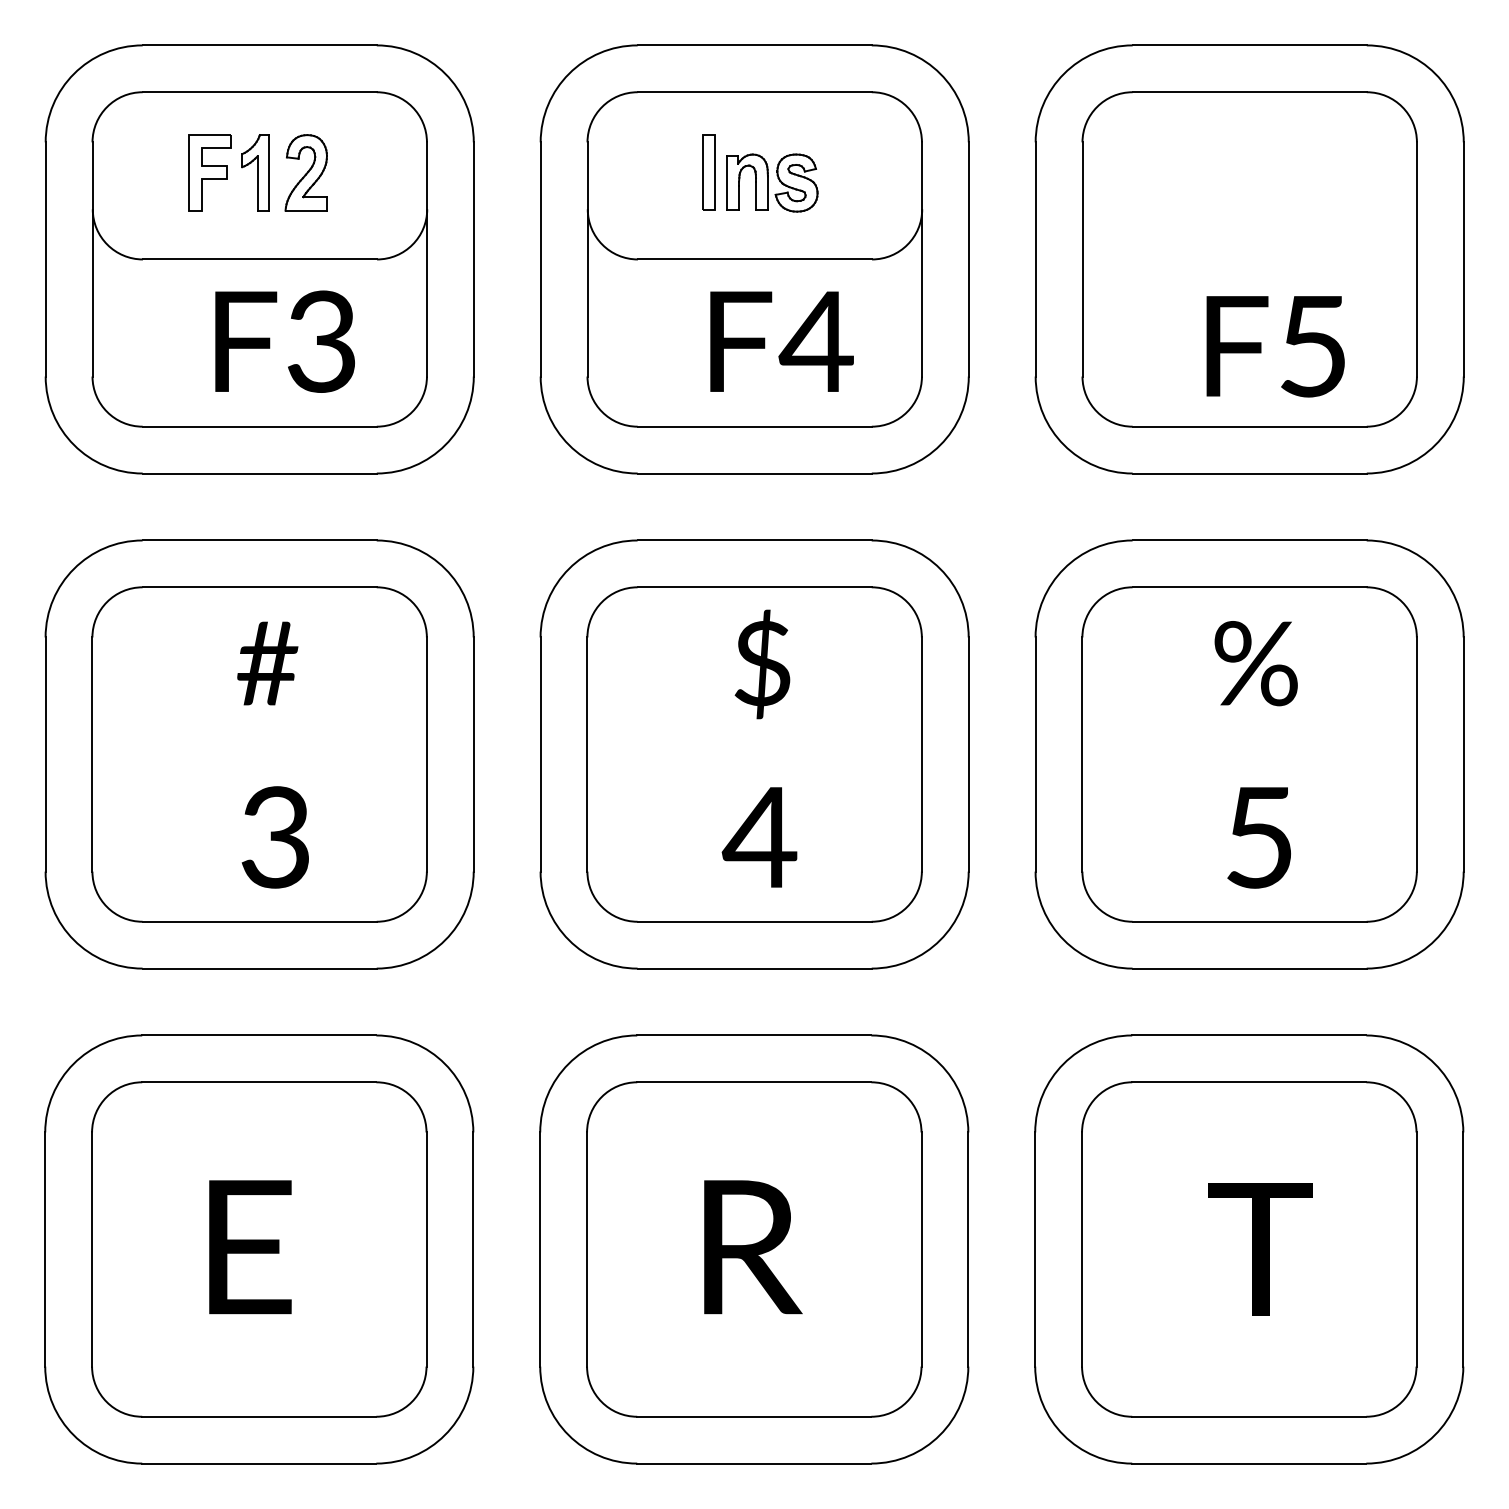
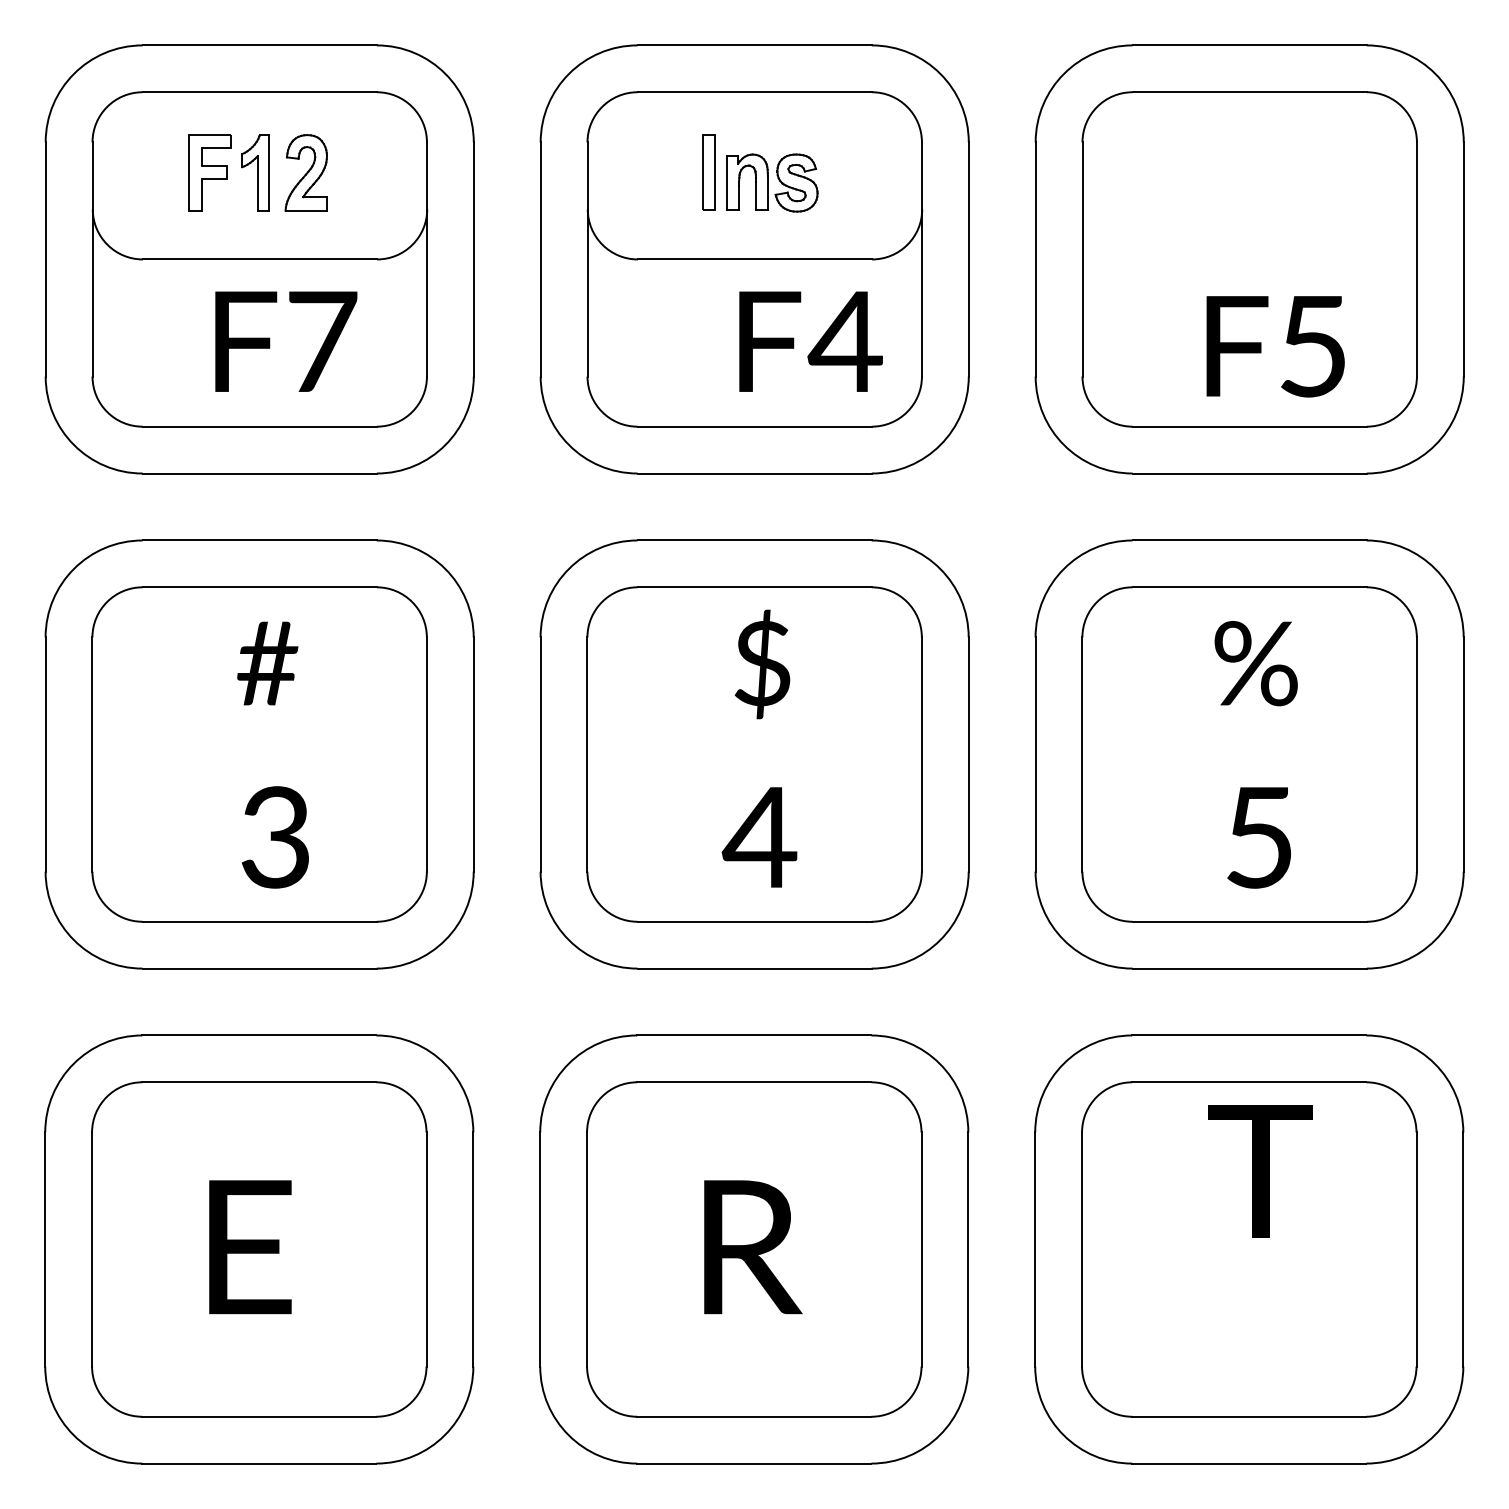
text at (322, 341): F3 -> F7
text at (781, 341) position: (781, 341) -> (810, 341)
text at (1260, 1249) position: (1260, 1249) -> (1260, 1171)
